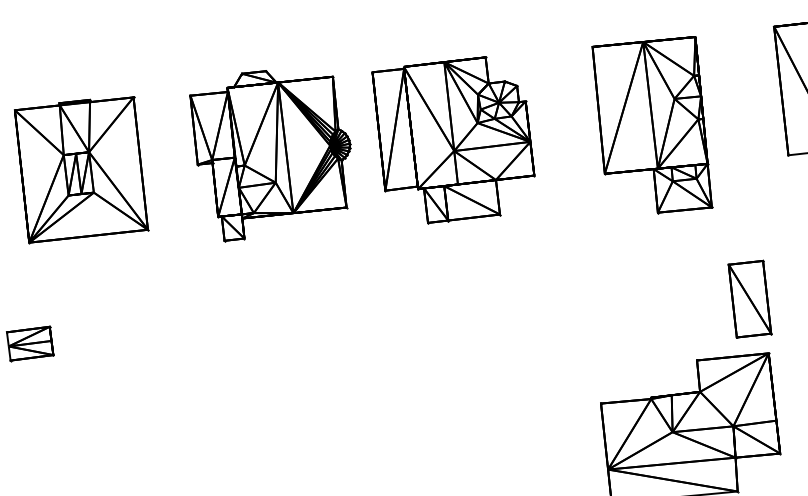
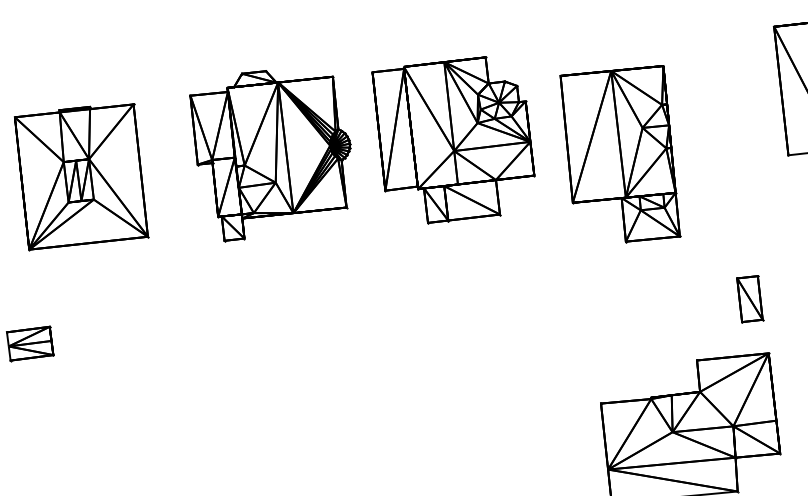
part at (652, 125) position: (652, 125) -> (620, 154)
part at (81, 170) position: (81, 170) -> (81, 177)
part at (749, 298) size: 46x80 px -> 29x49 px
